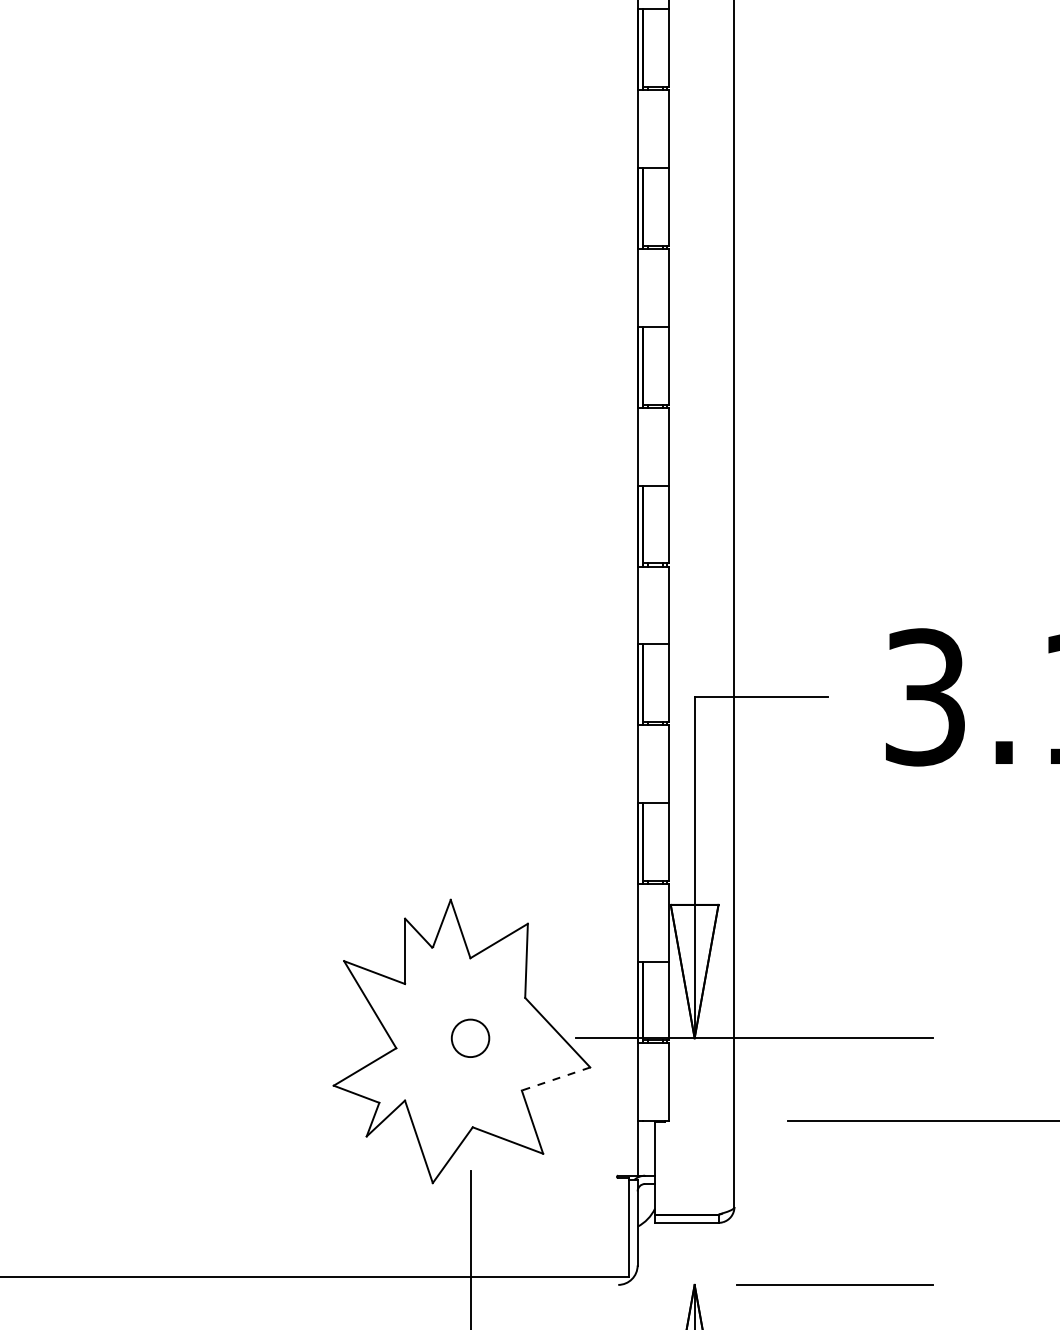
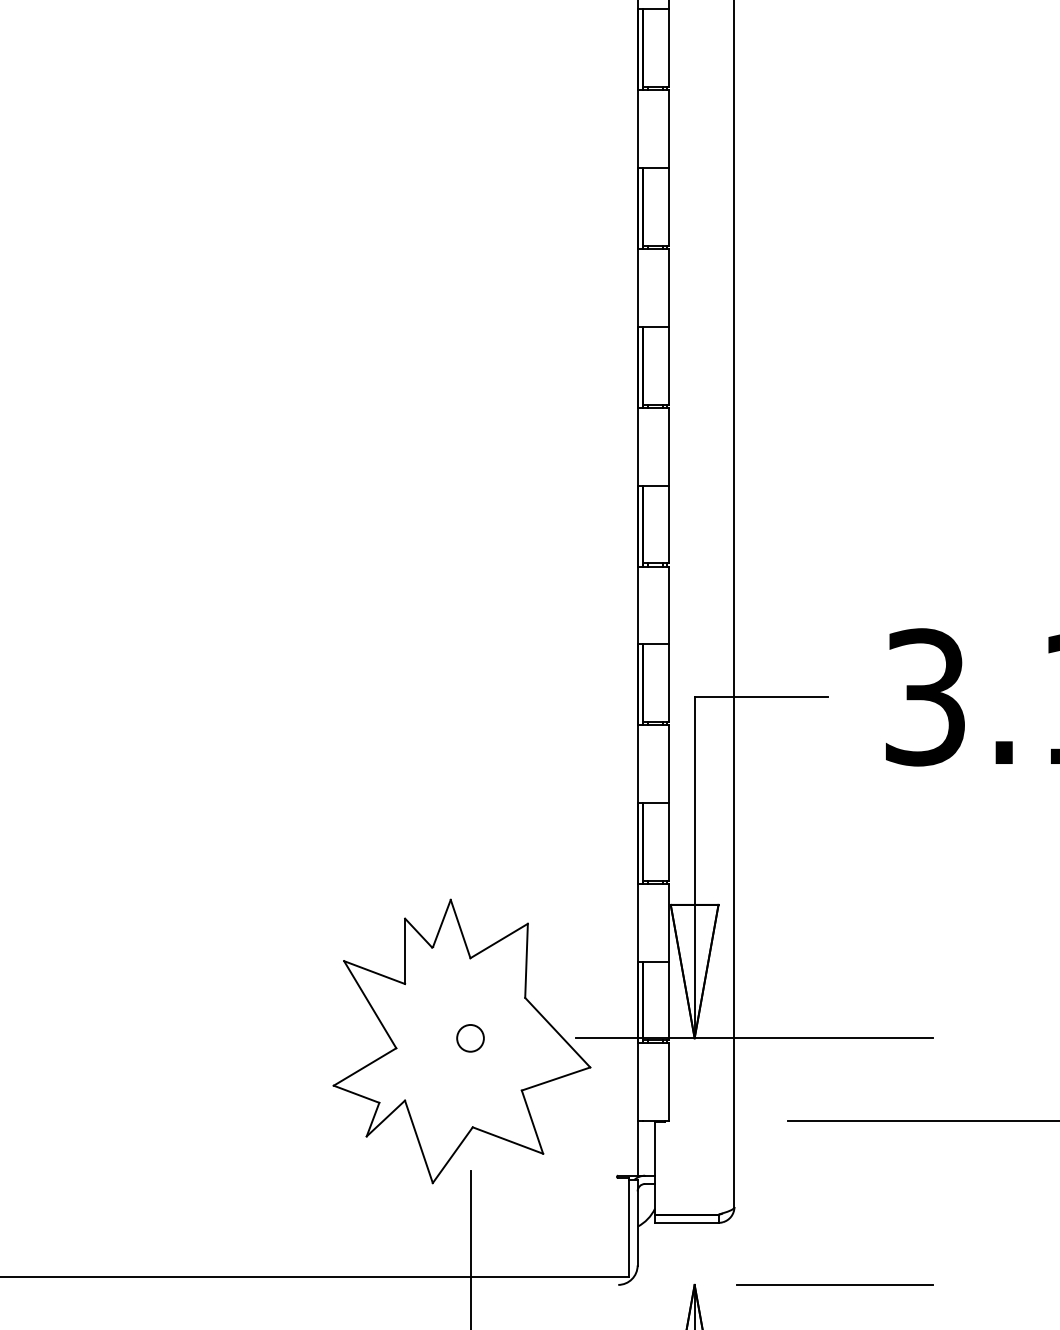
circle at (470, 1038) diameter: 37 px -> 27 px
line at (555, 1079): dashed -> solid
